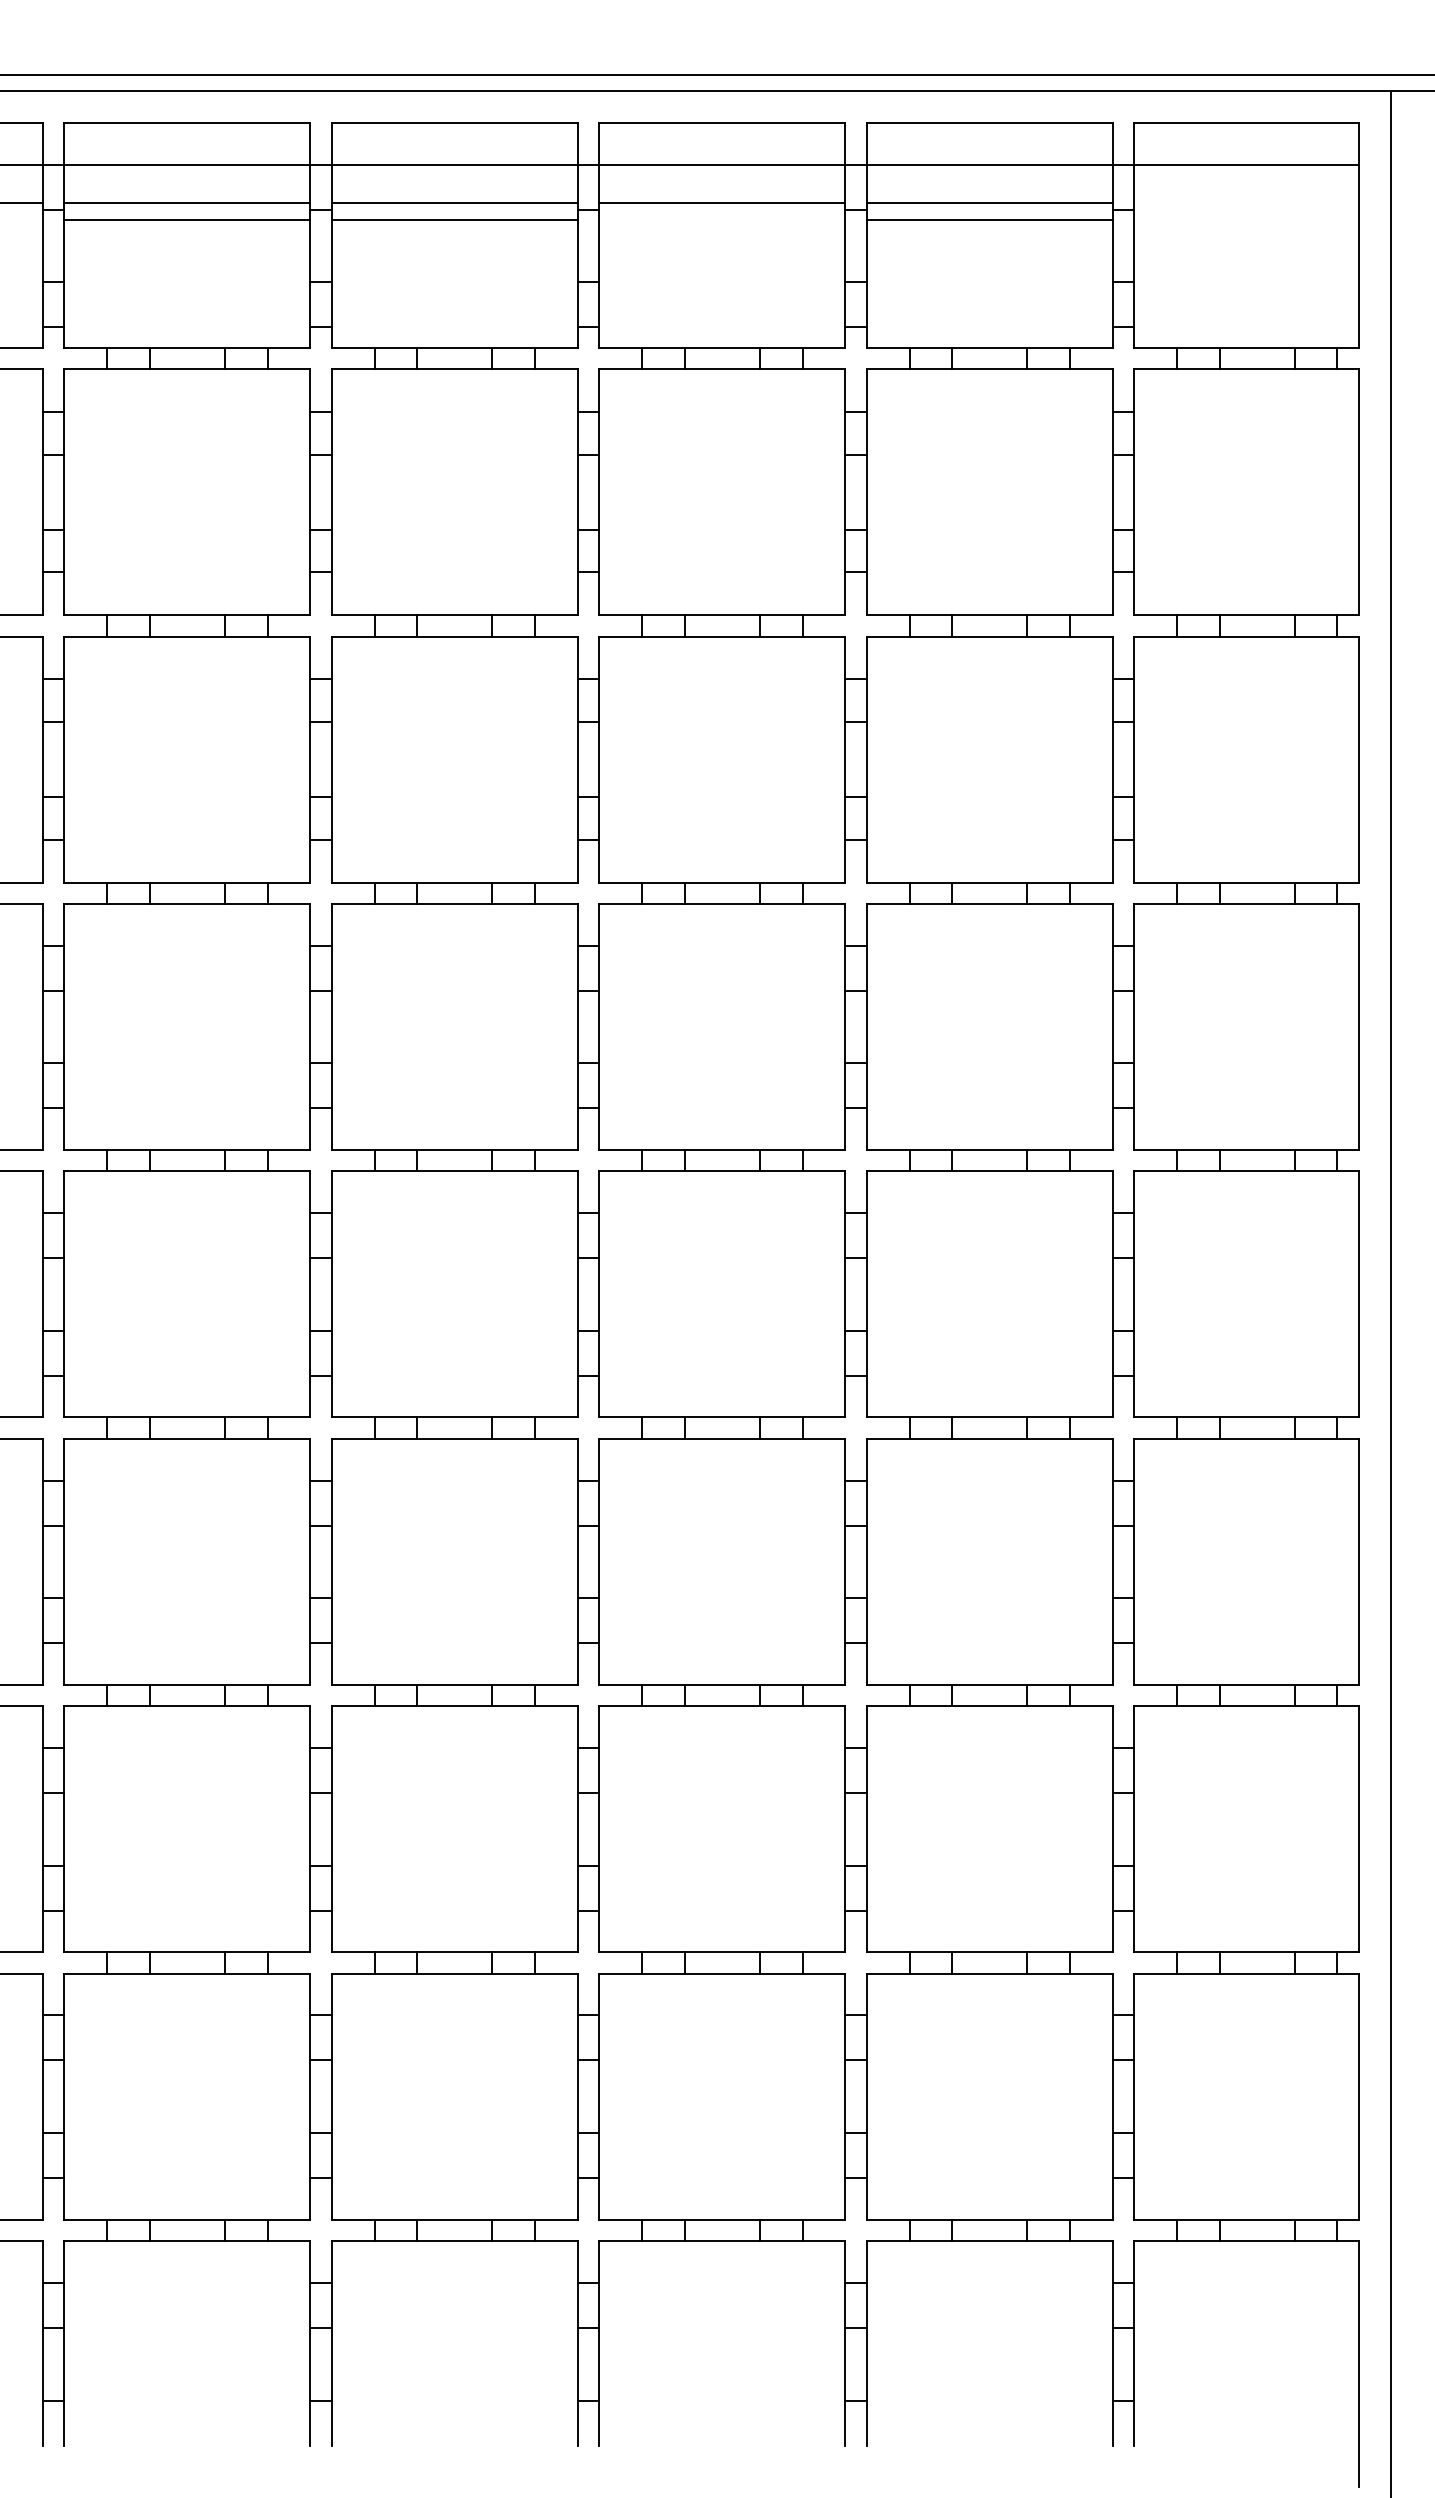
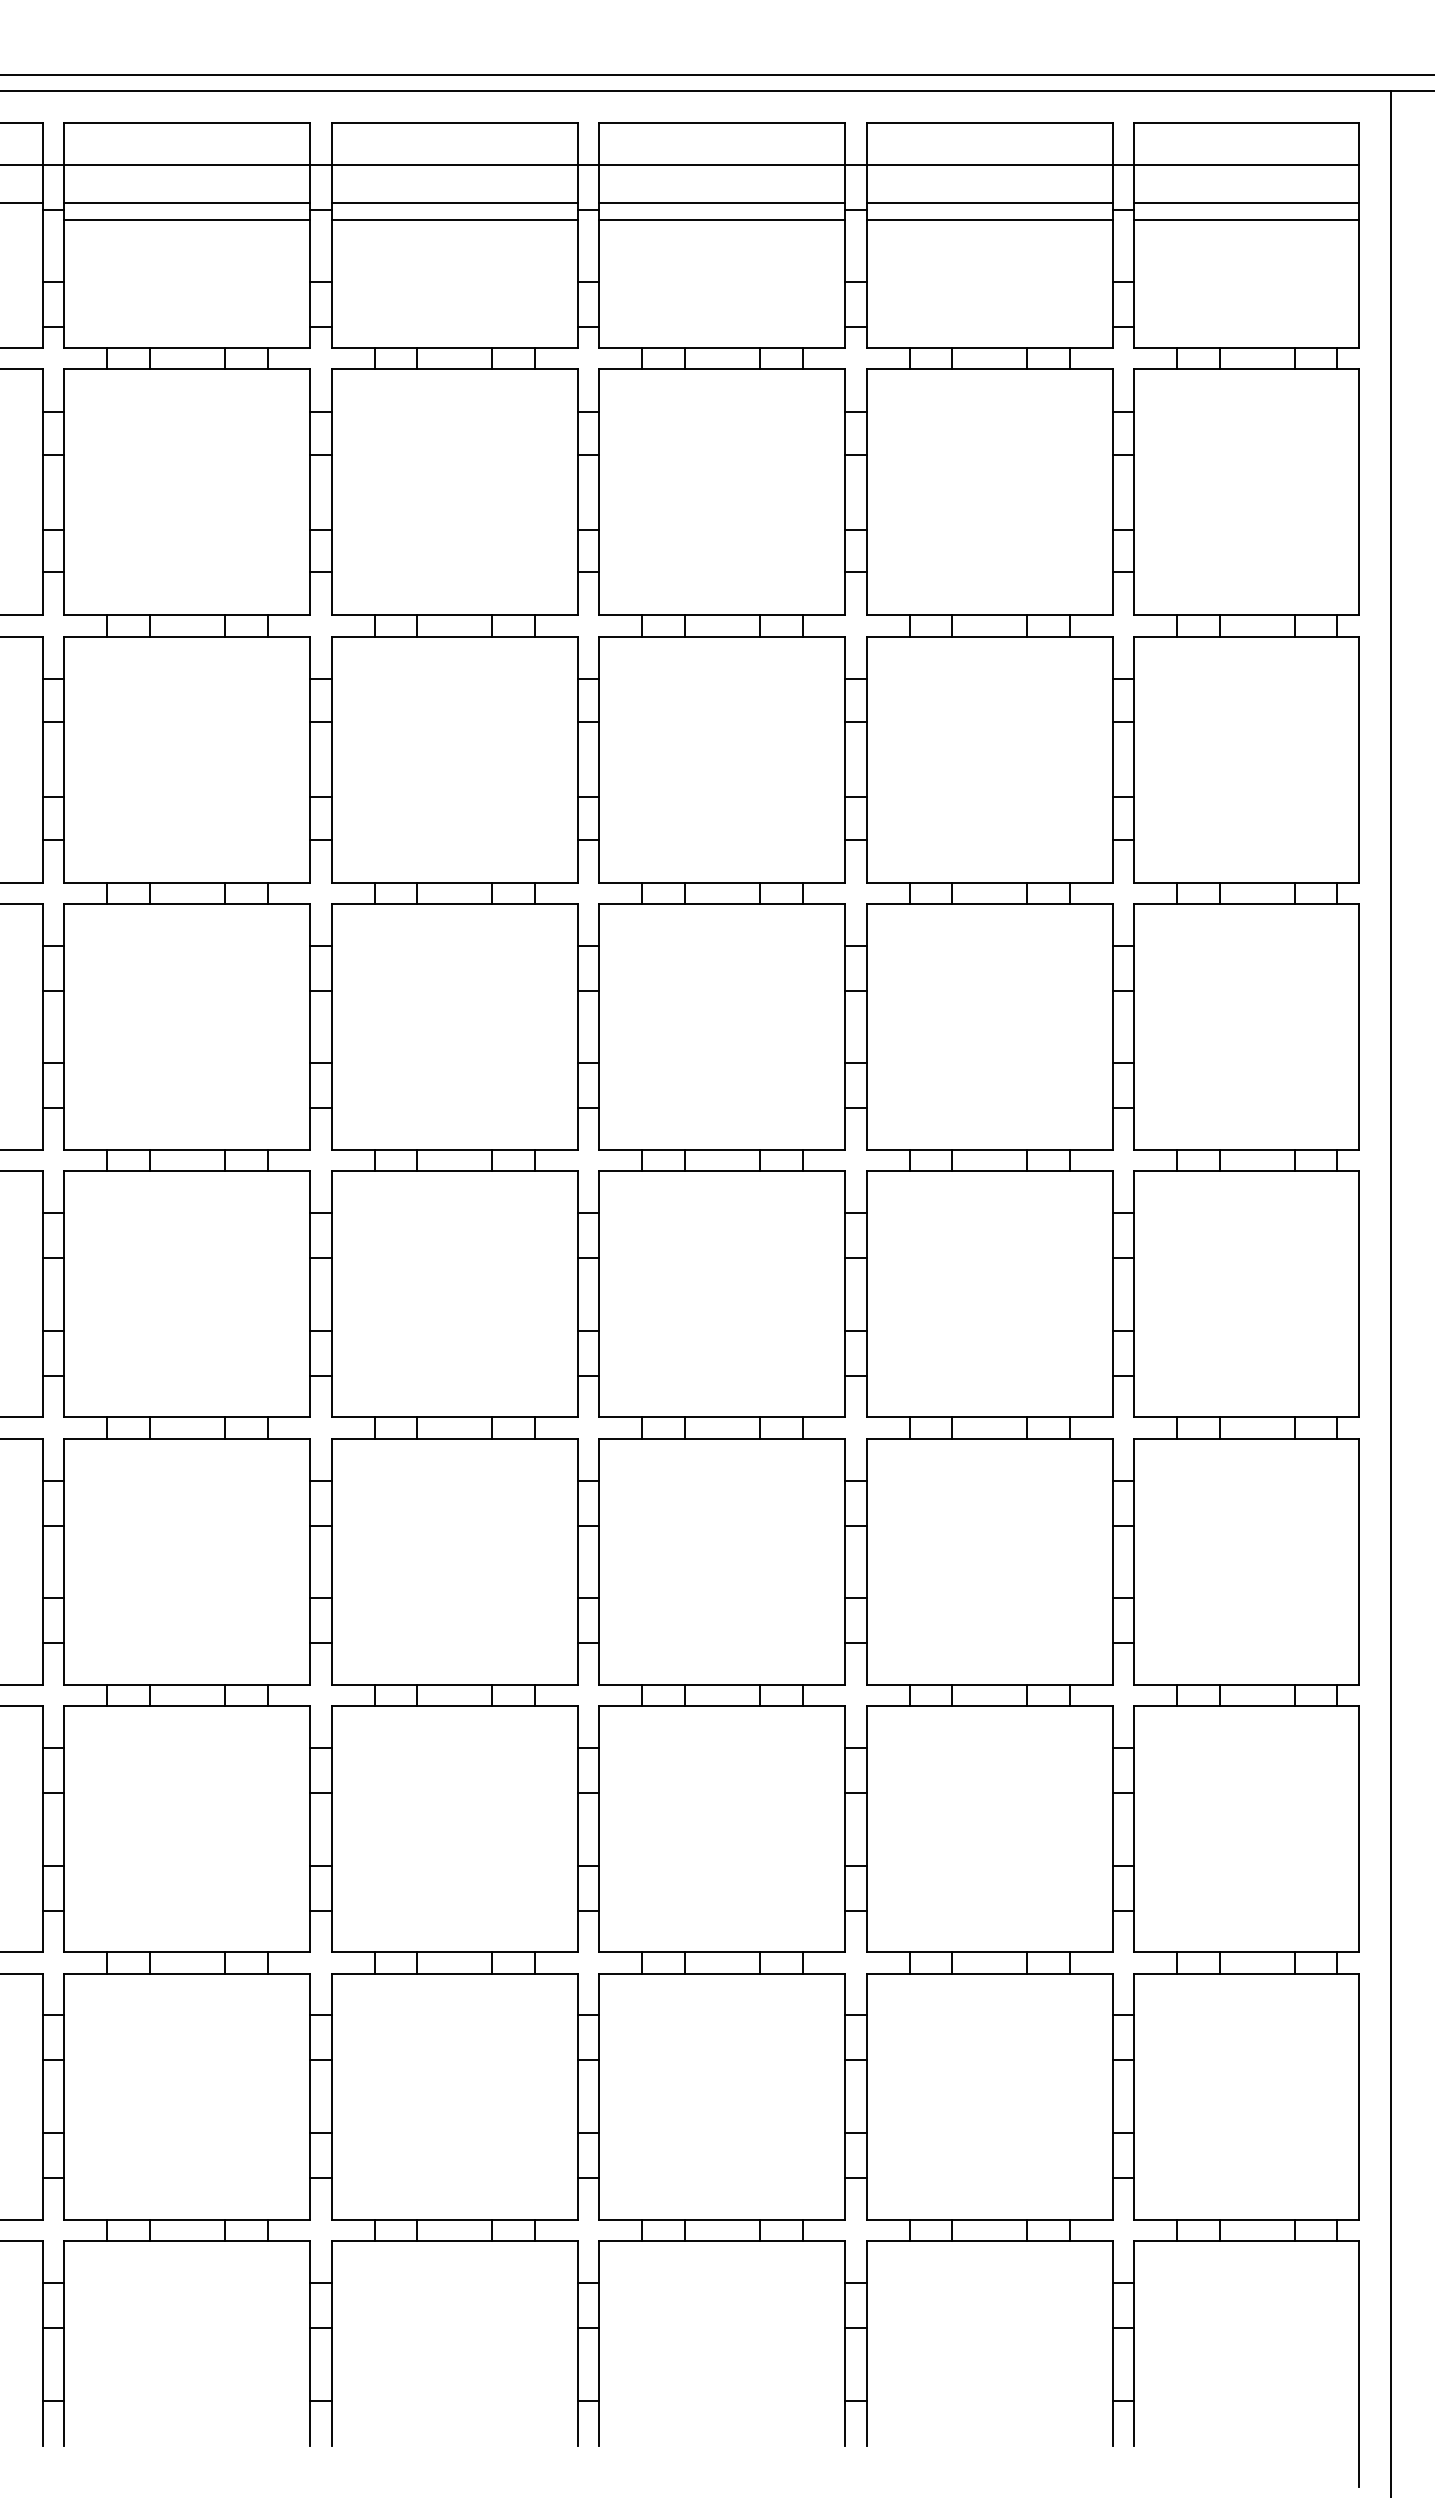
line at (1246, 203): none -> present
line at (722, 219): none -> present
line at (1246, 219): none -> present
